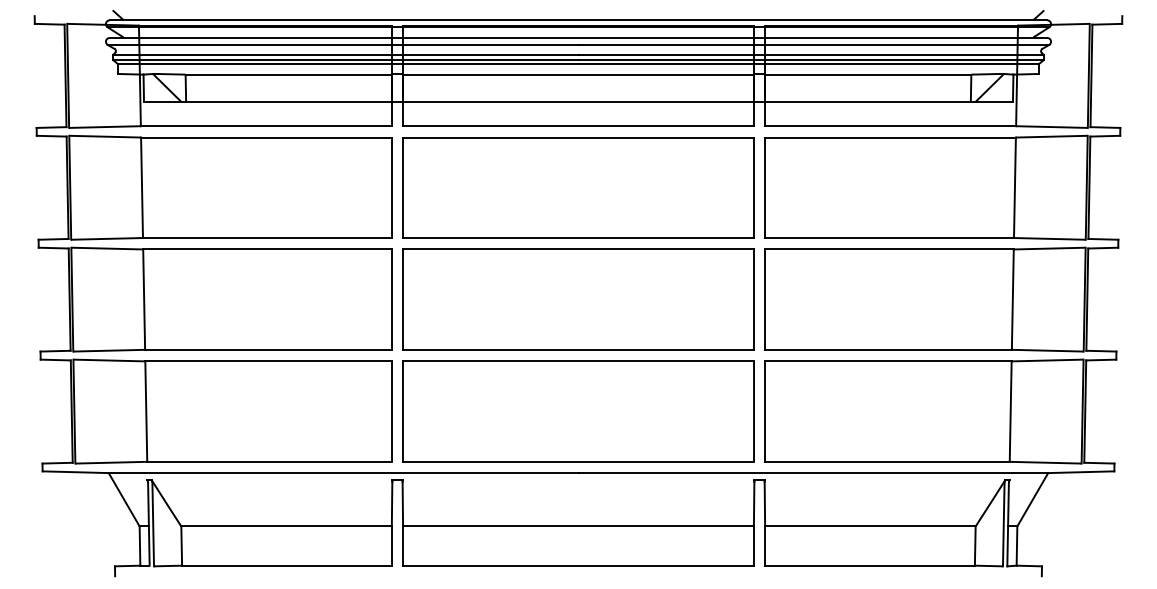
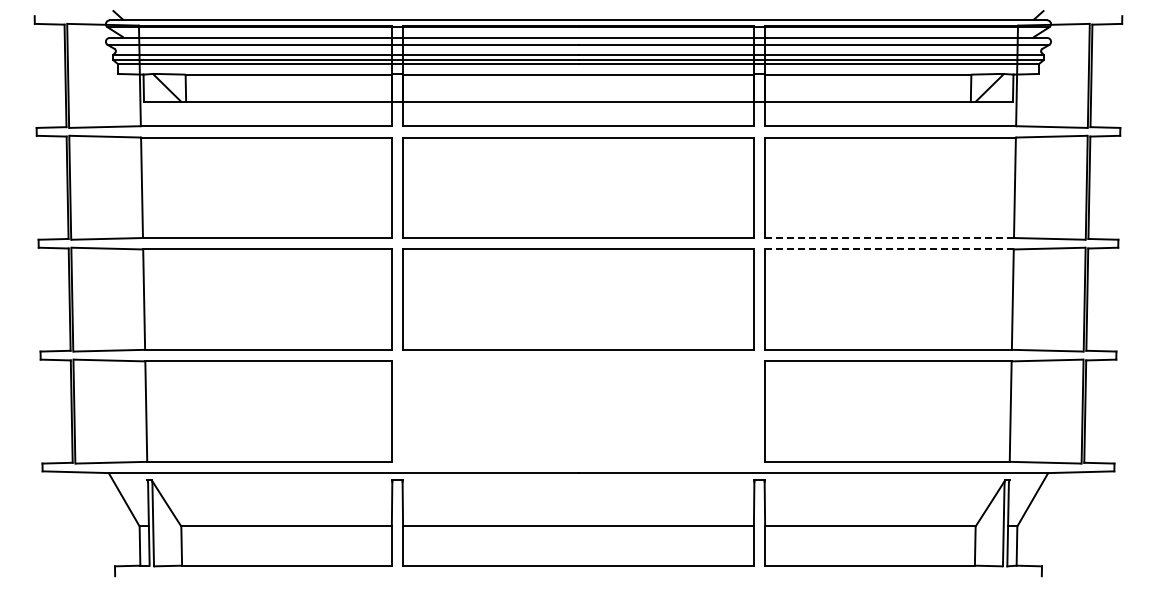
line at (889, 238): solid -> dashed
line at (889, 249): solid -> dashed
part at (578, 411): present -> none
